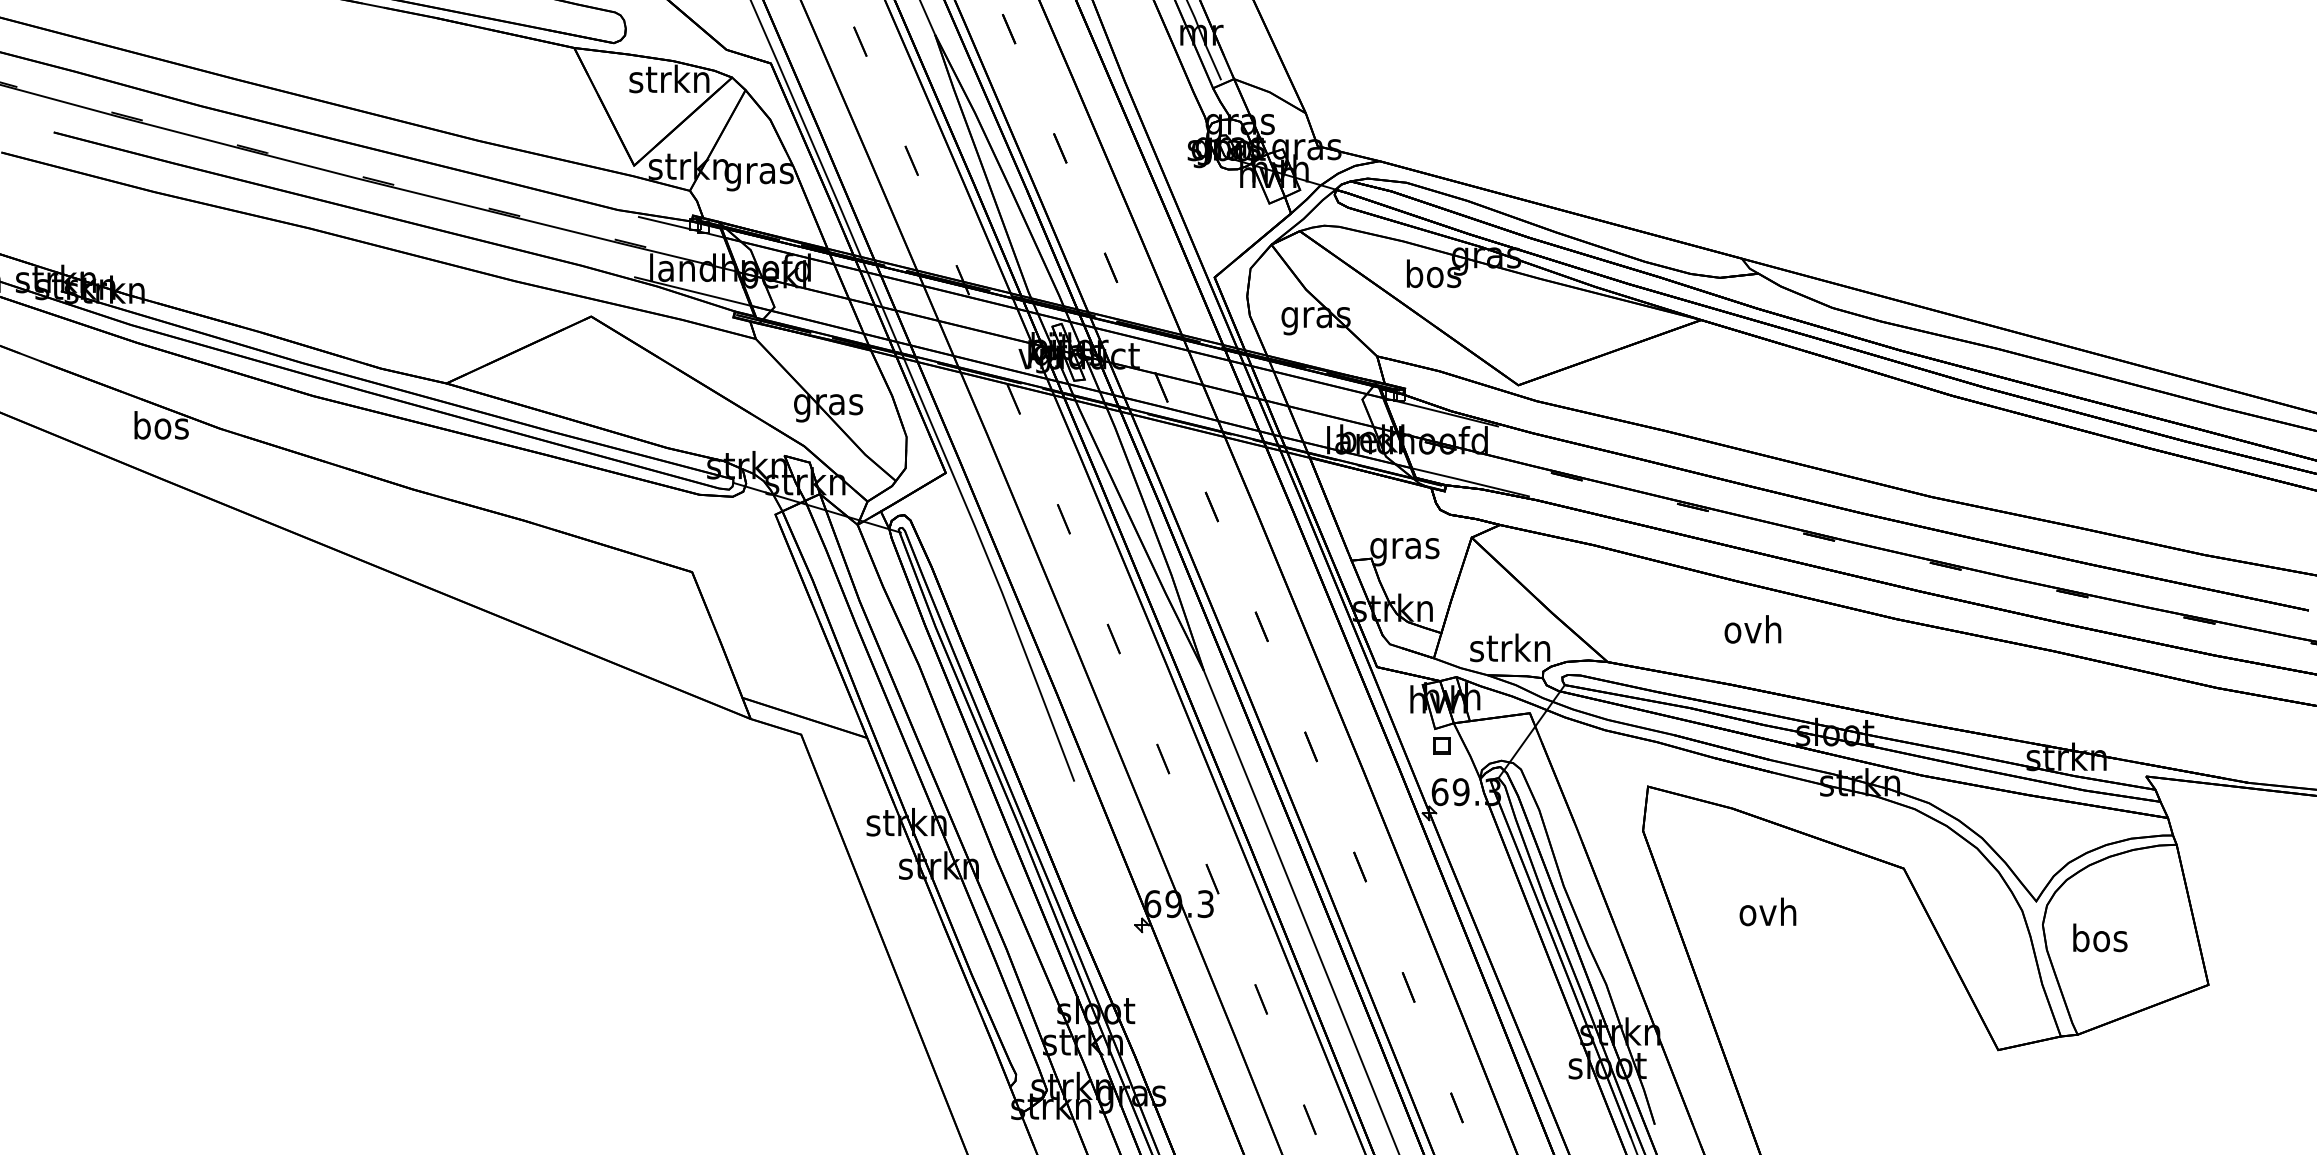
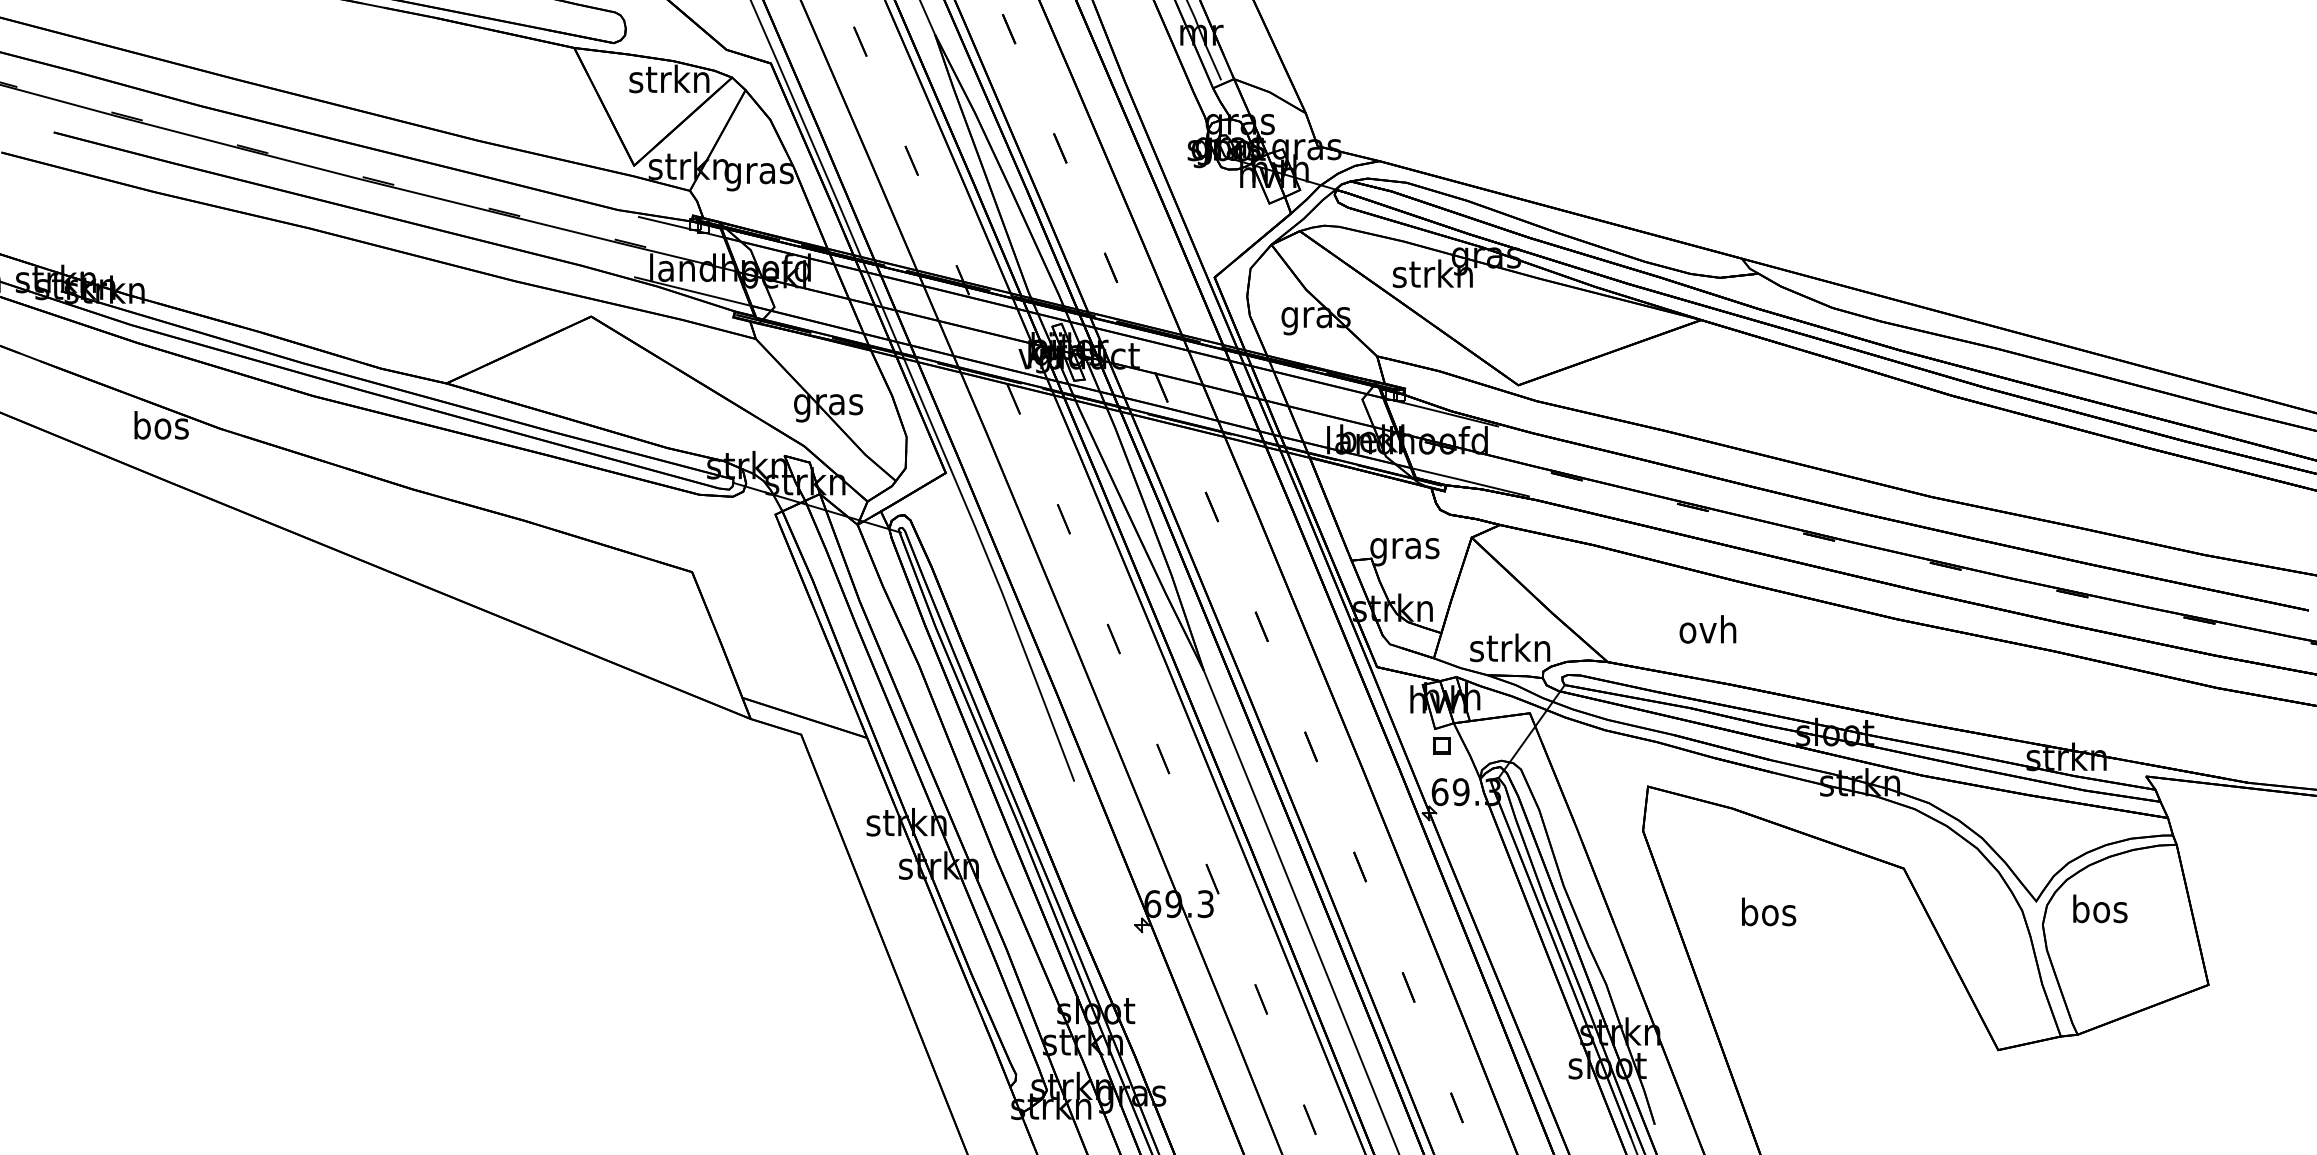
text at (1432, 273): bos -> strkn
text at (1752, 629) position: (1752, 629) -> (1707, 629)
text at (1767, 911): ovh -> bos
text at (2100, 937) position: (2100, 937) -> (2100, 908)
